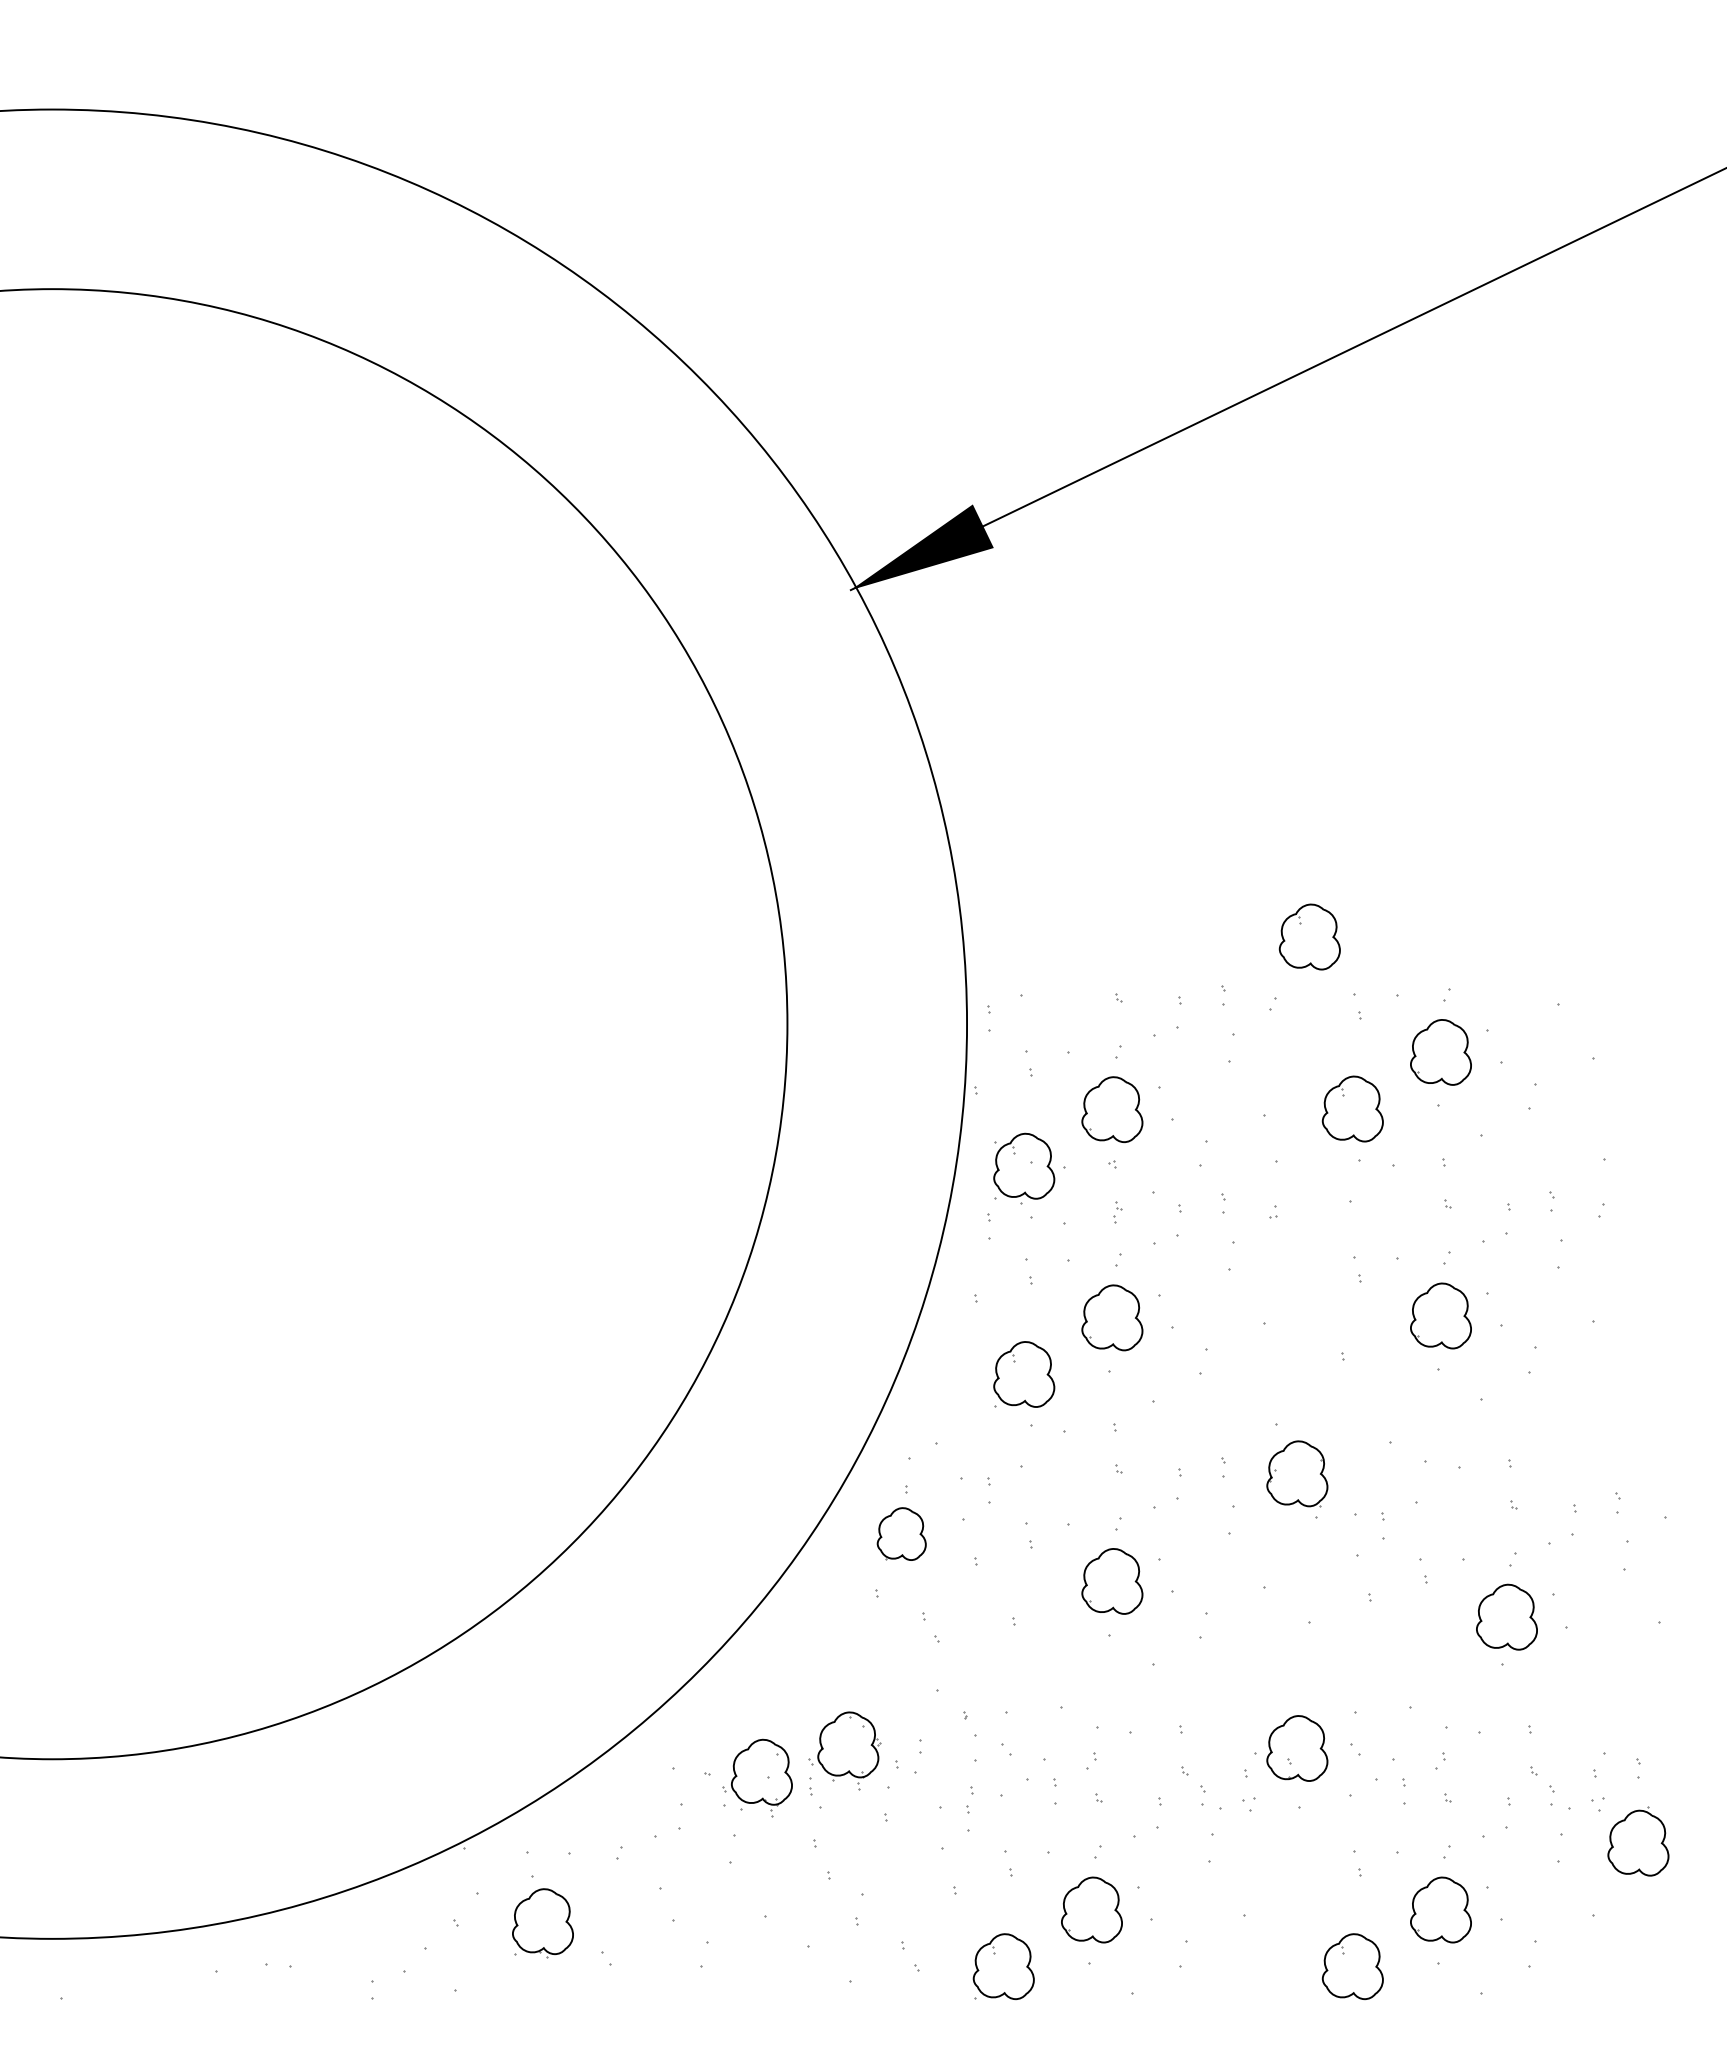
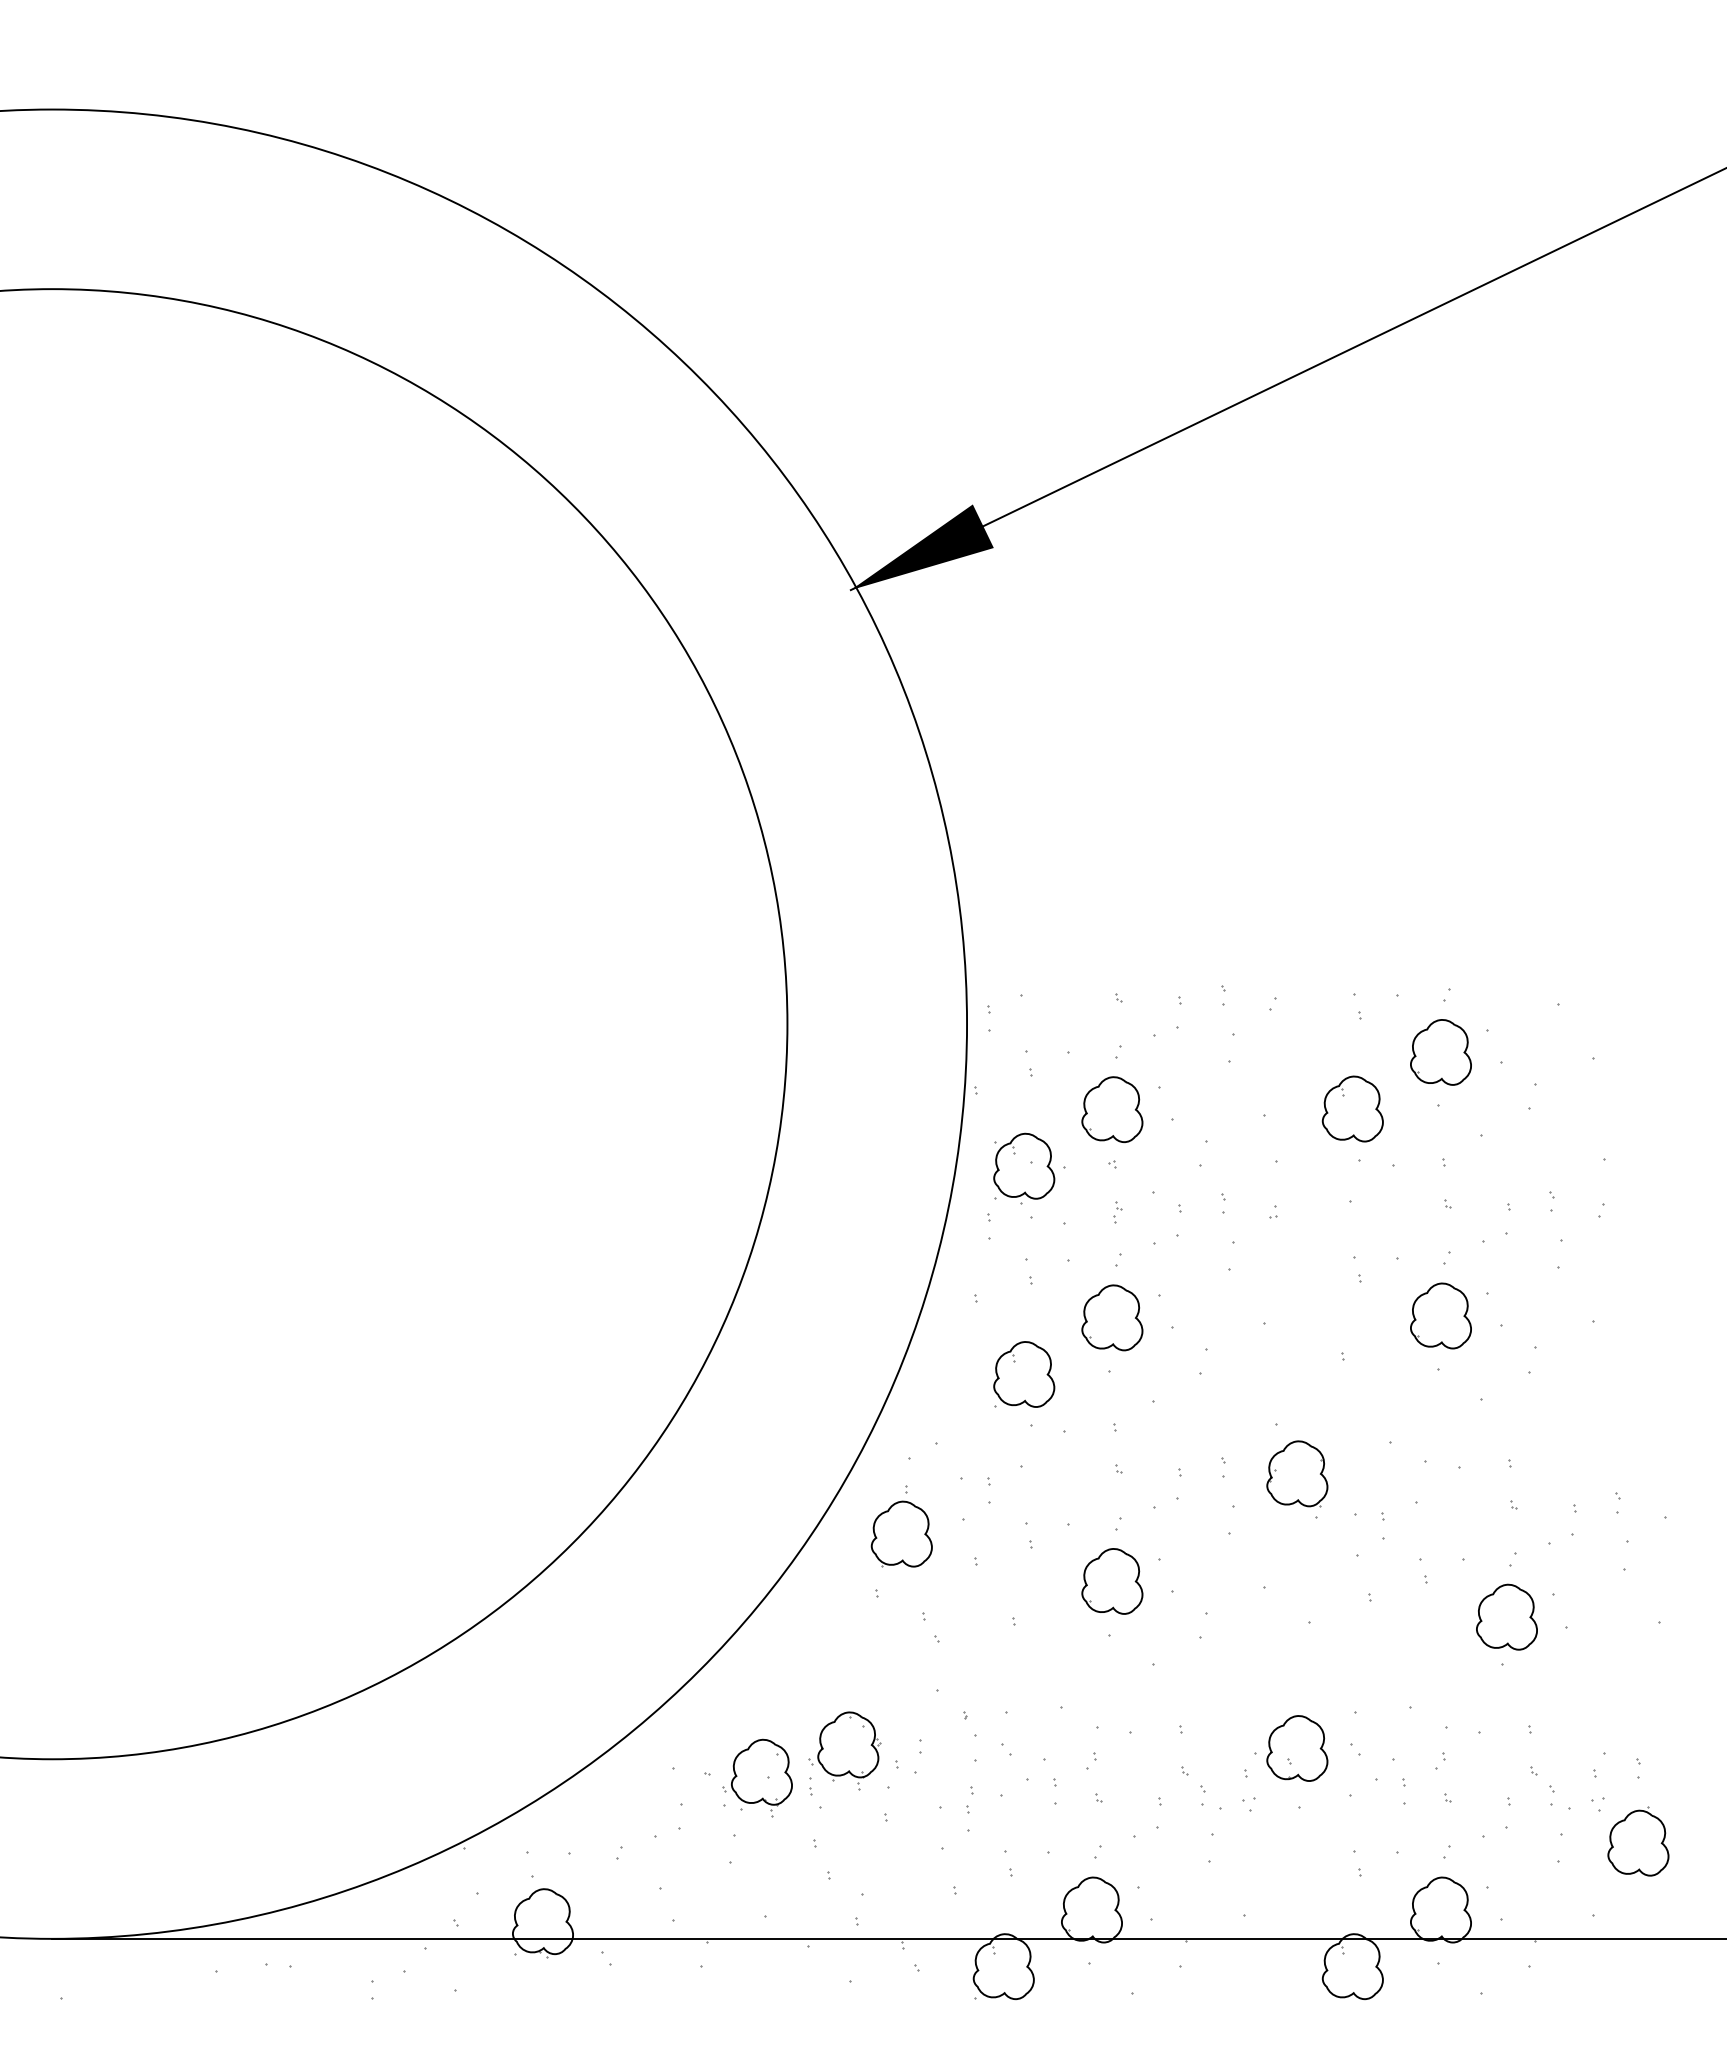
part at (1309, 936): present -> none
part at (901, 1533) size: 51x54 px -> 63x68 px
line at (887, 1938): none -> present
